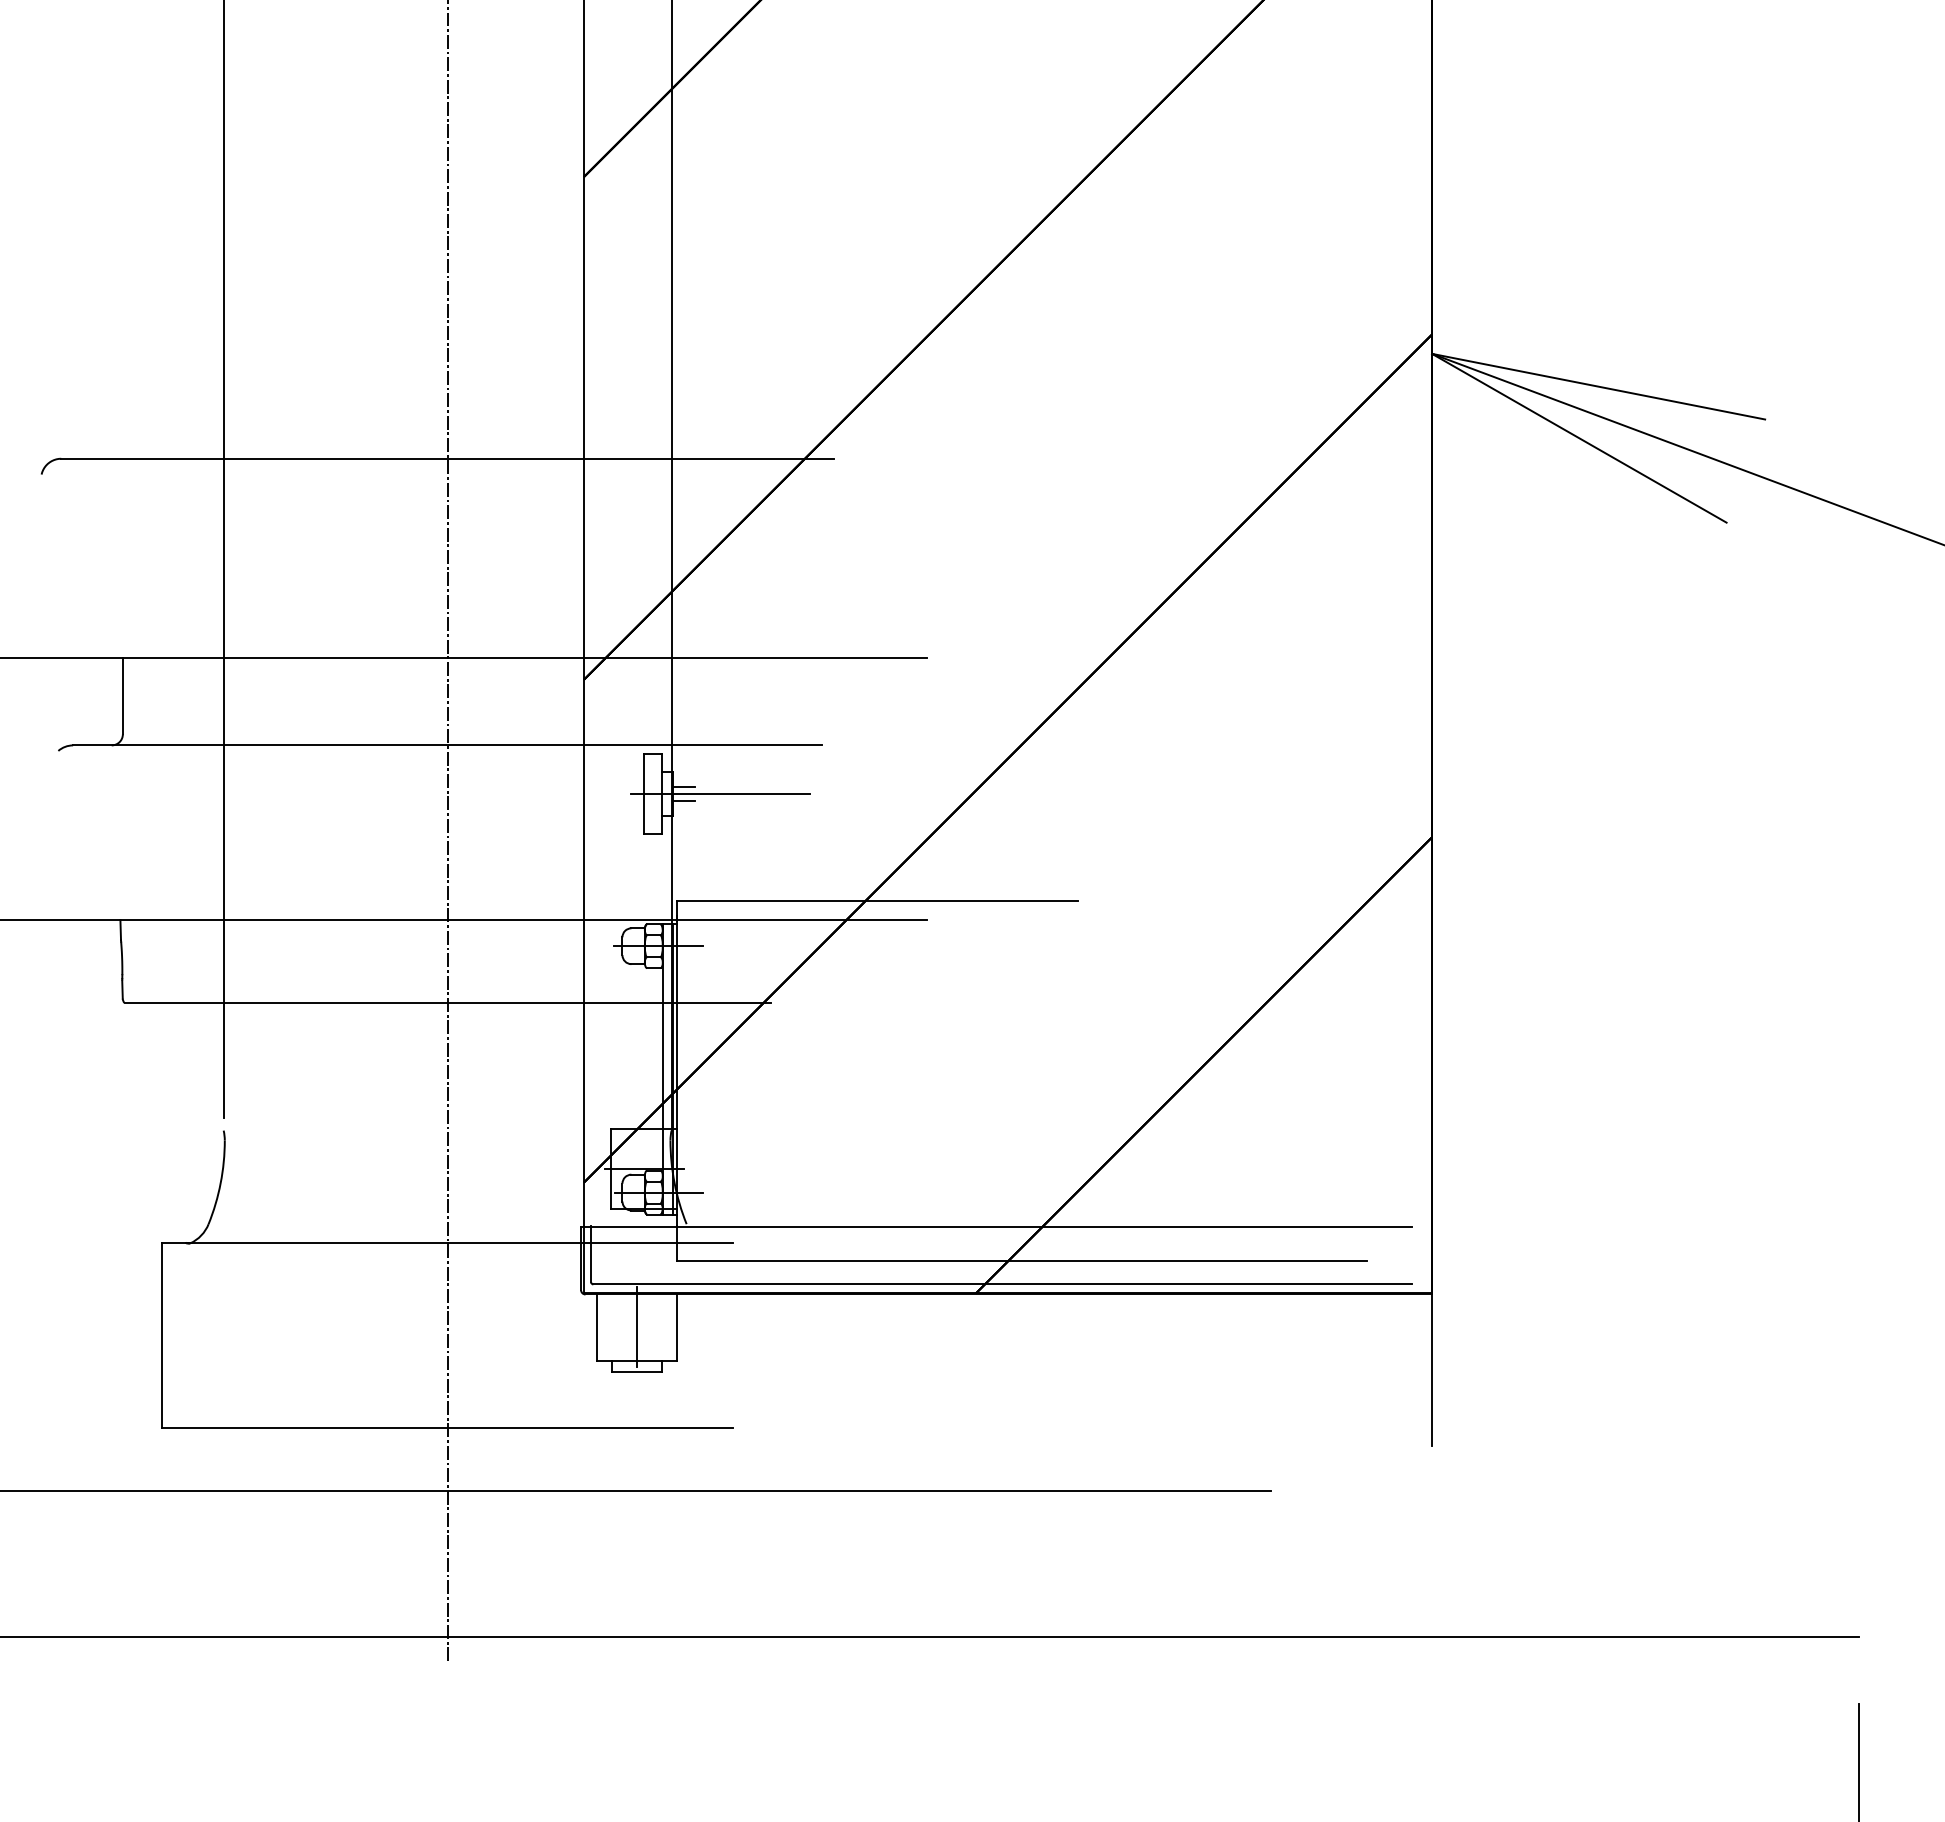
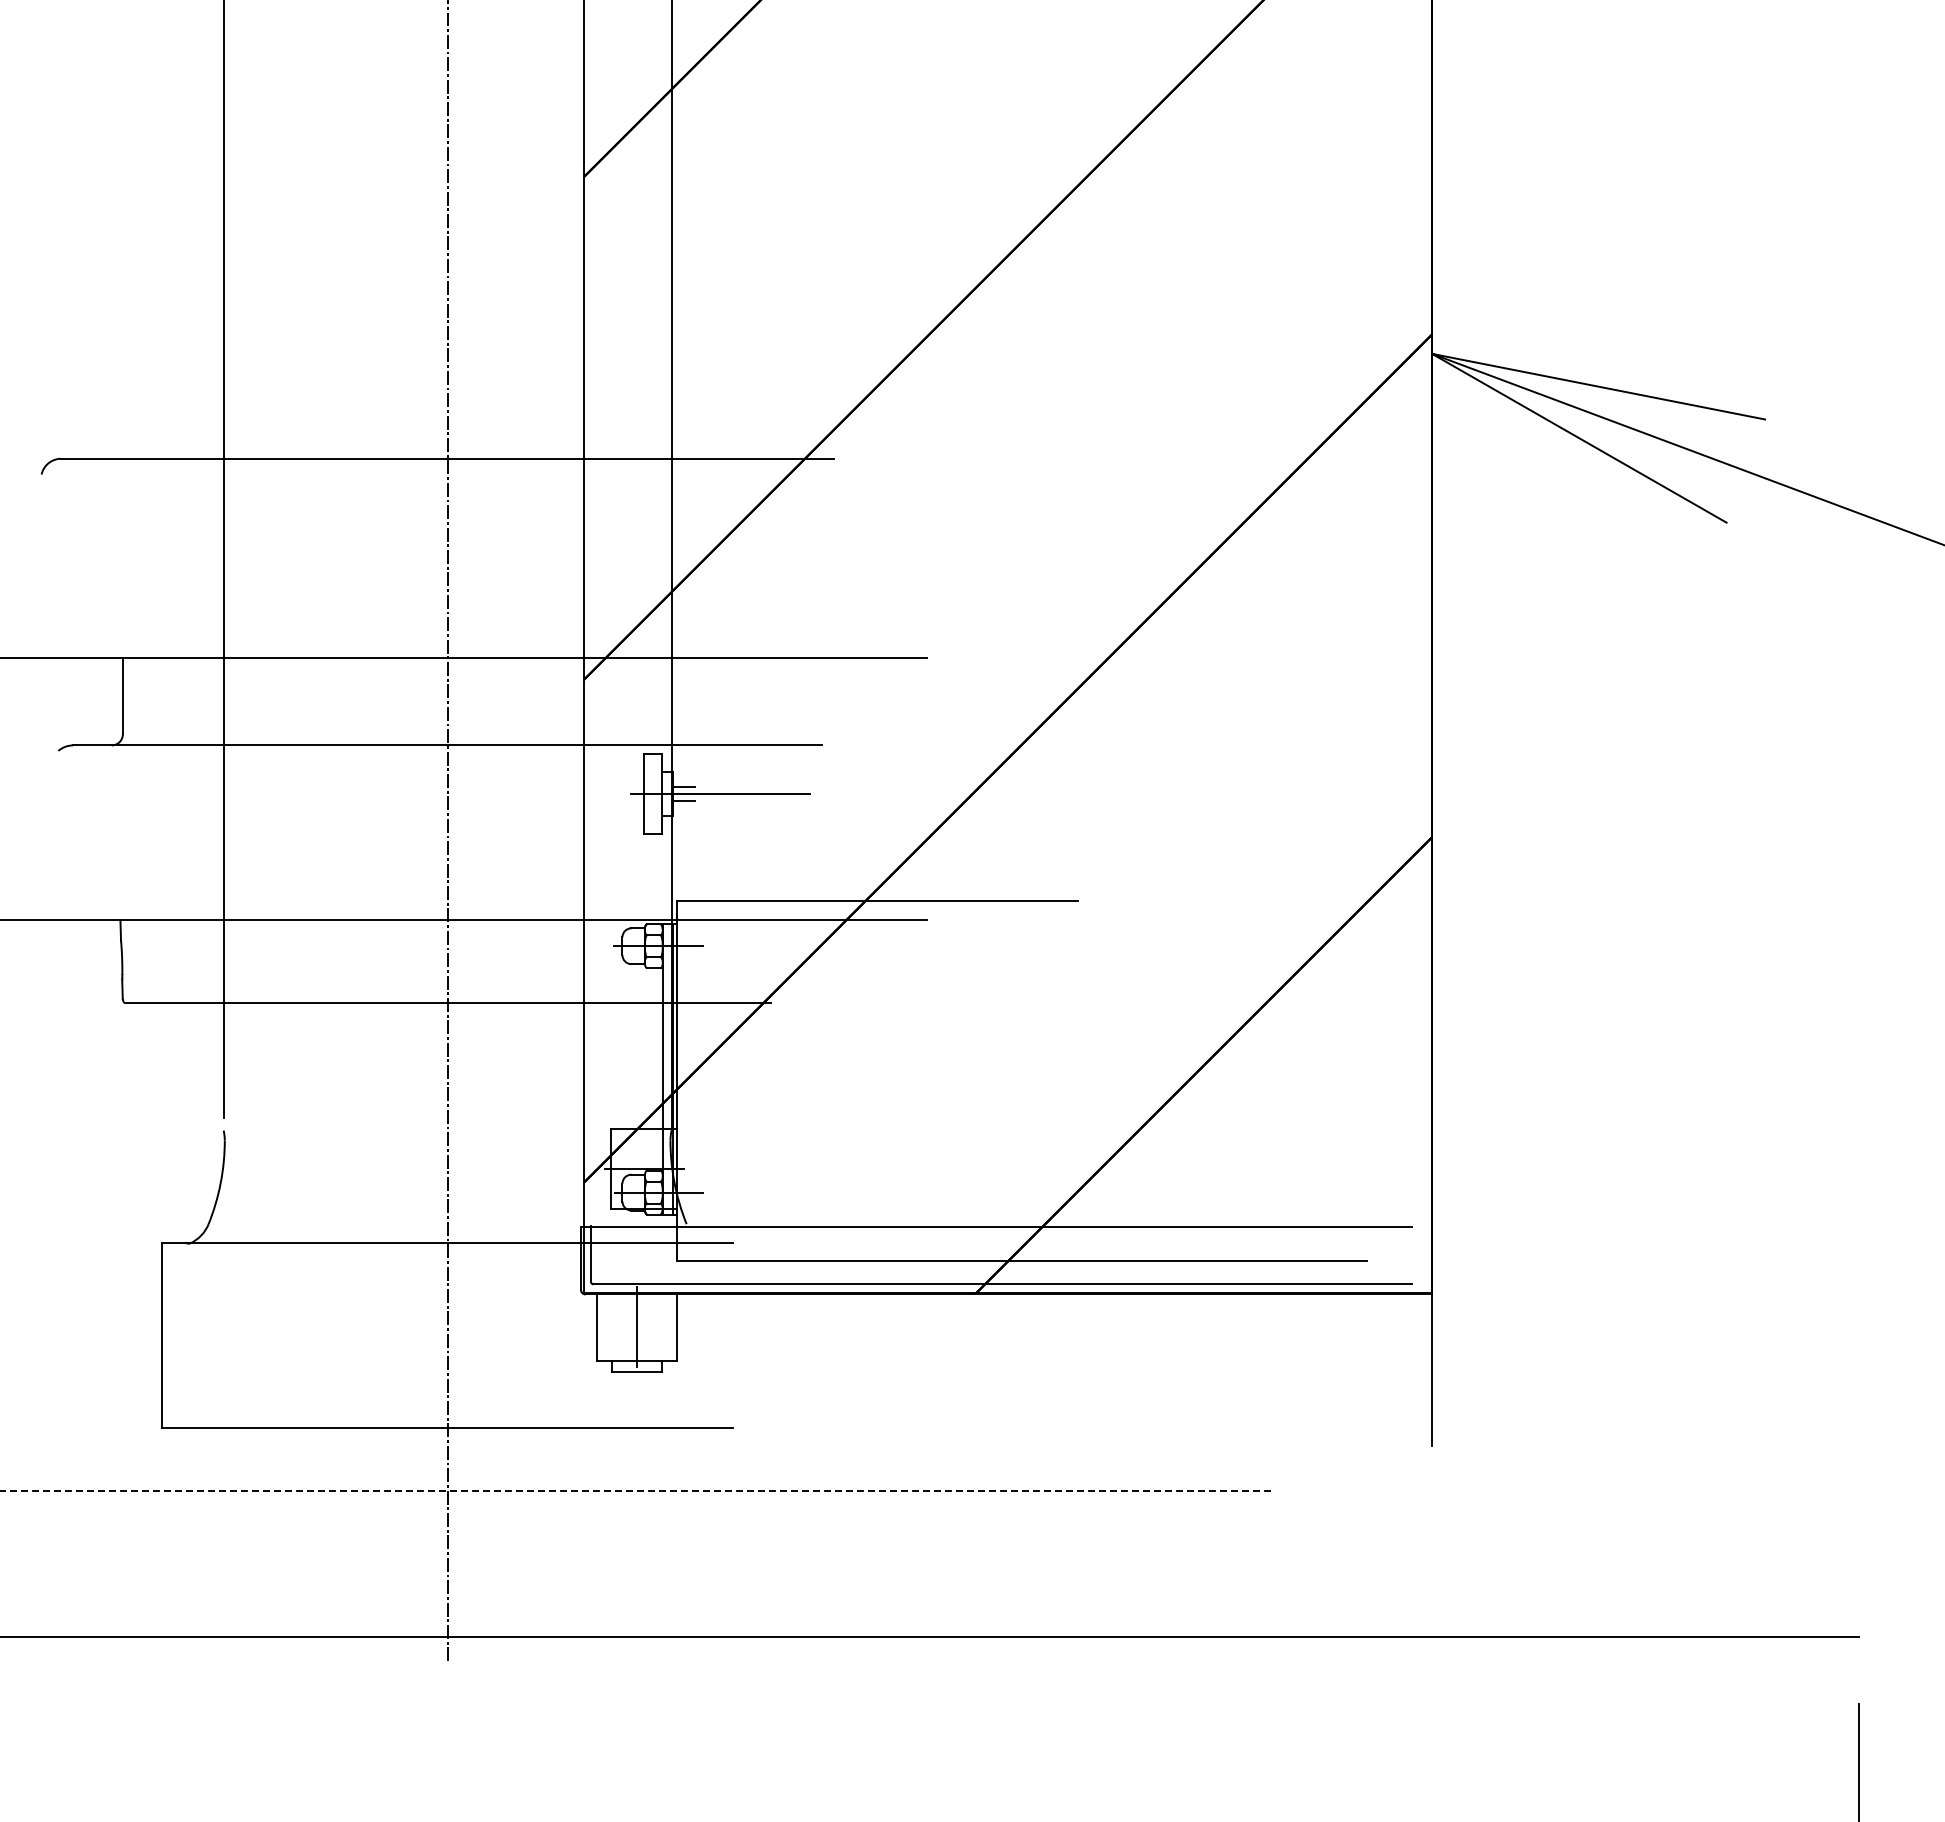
line at (635, 1491): solid -> dashed
